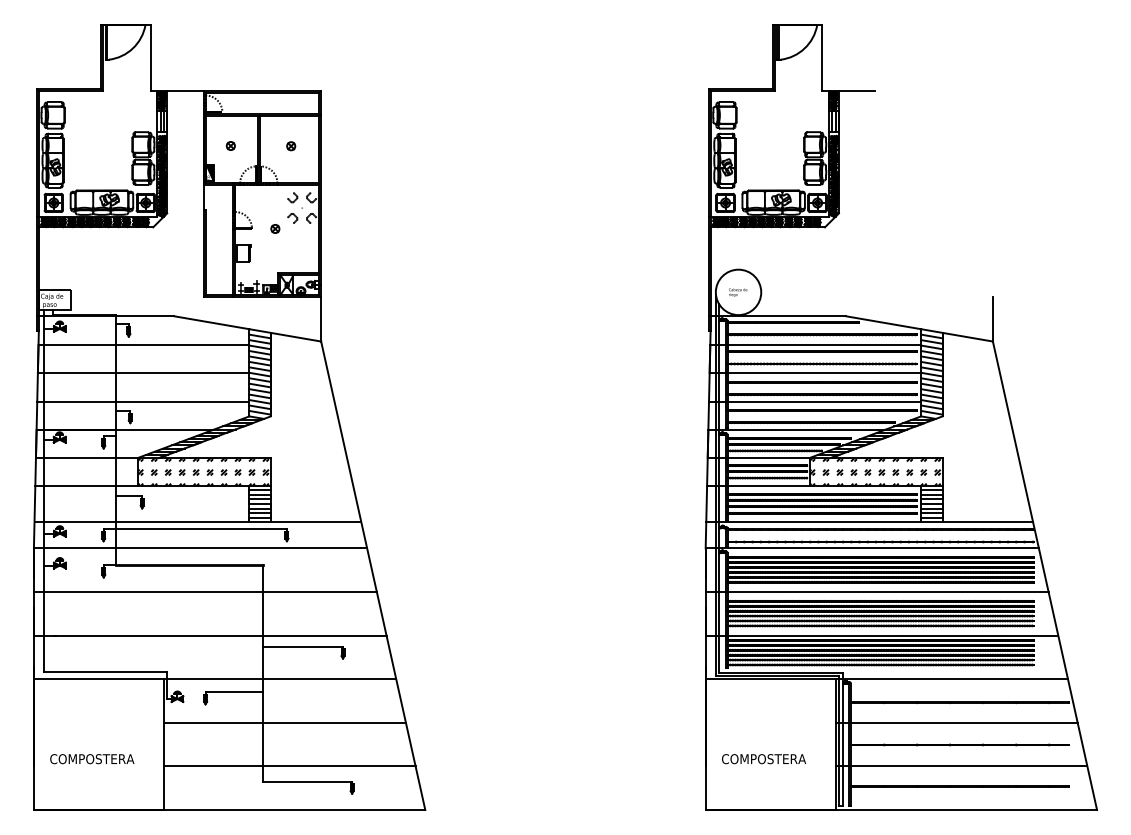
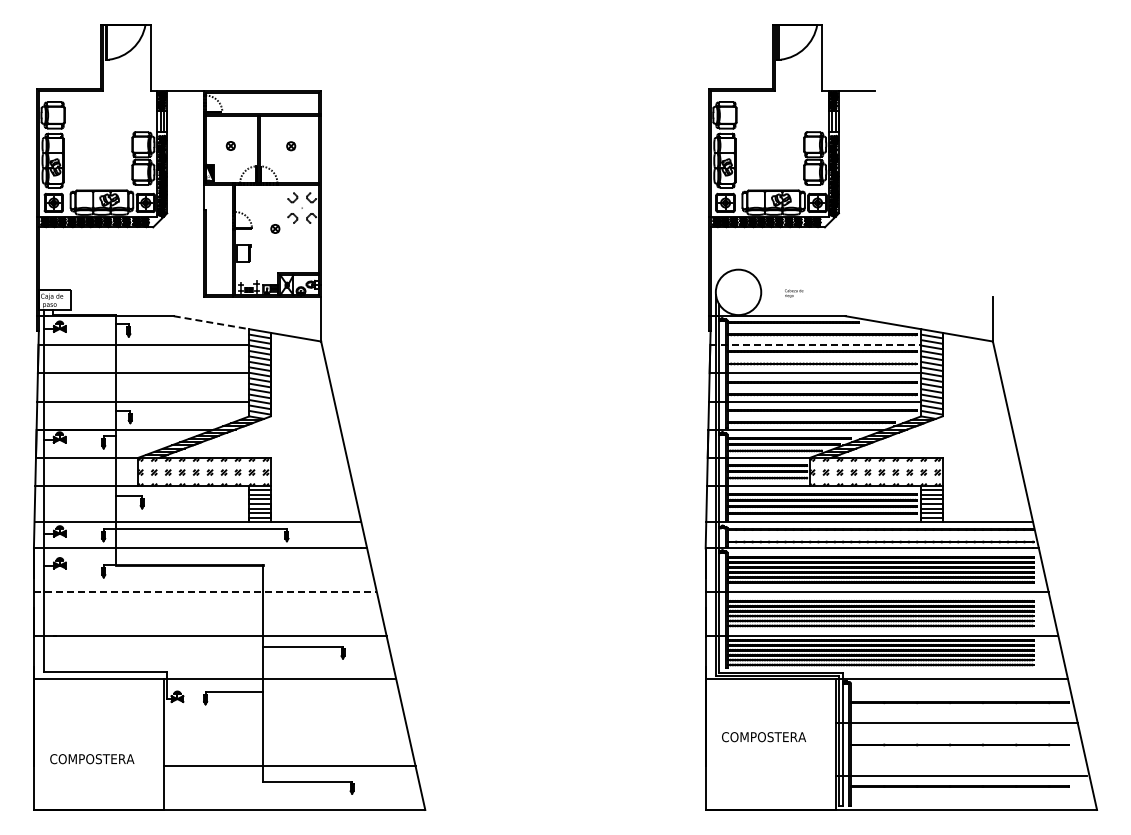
text at (738, 292) position: (738, 292) -> (794, 293)
line at (212, 322): solid -> dashed
line at (816, 344): solid -> dashed
line at (205, 592): solid -> dashed
line at (284, 722): present -> none
text at (764, 759) position: (764, 759) -> (764, 737)
line at (961, 766) position: (961, 766) -> (961, 776)
